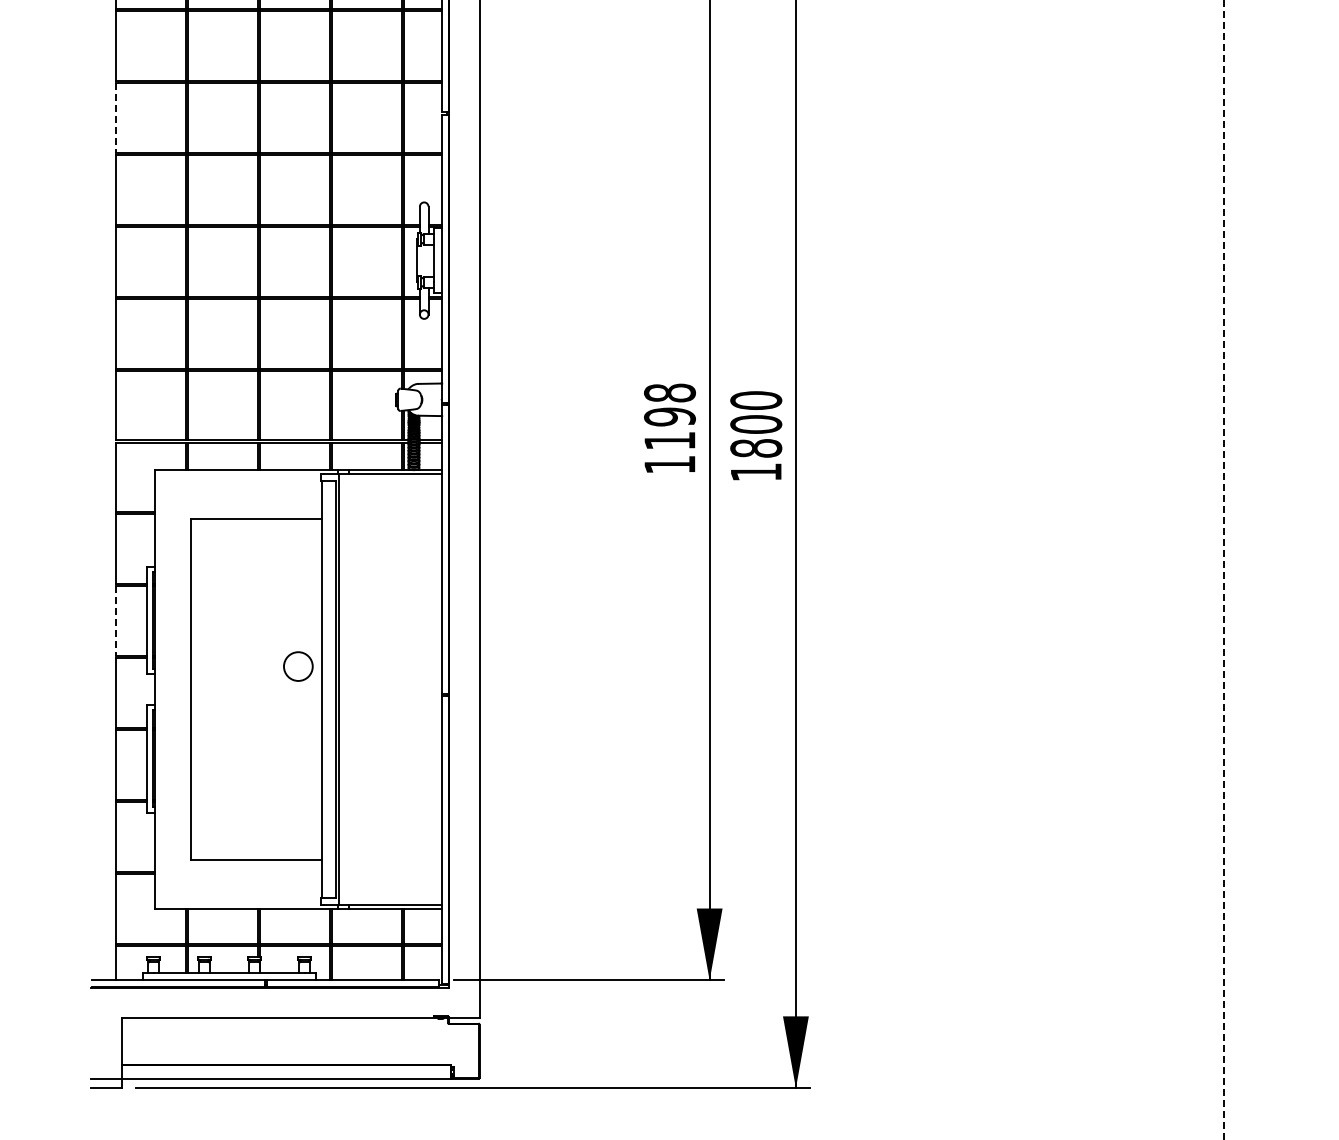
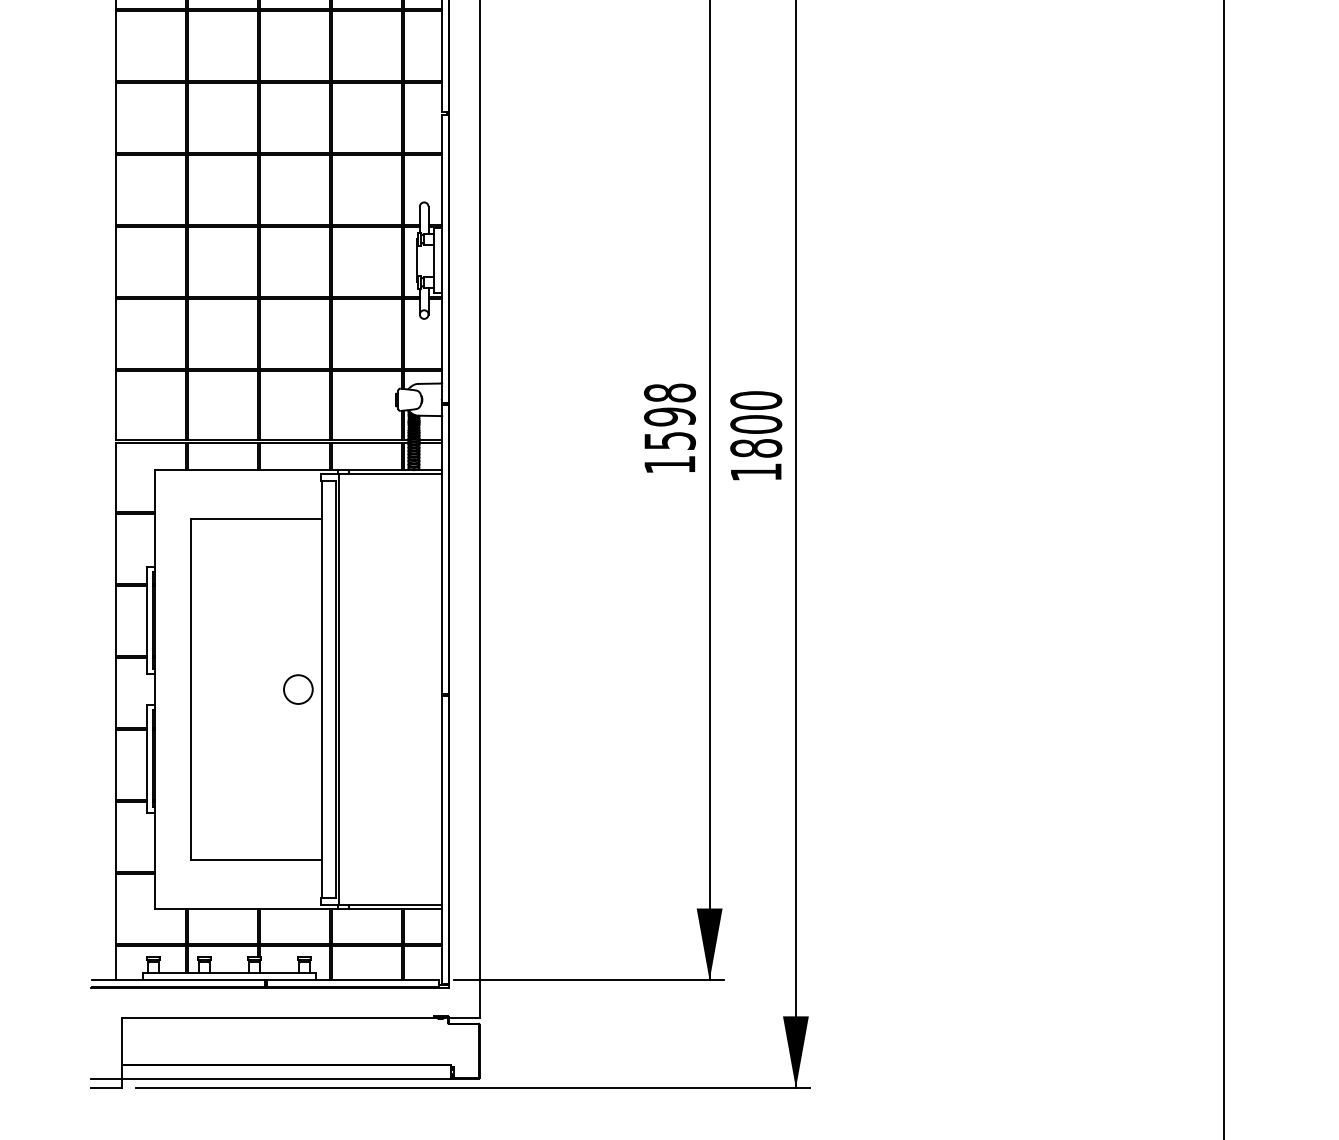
line at (116, 117): dashed -> solid
text at (669, 440): 1198 -> 1598
line at (1223, 570): dashed -> solid
line at (116, 621): dashed -> solid
circle at (298, 666) position: (298, 666) -> (298, 689)
